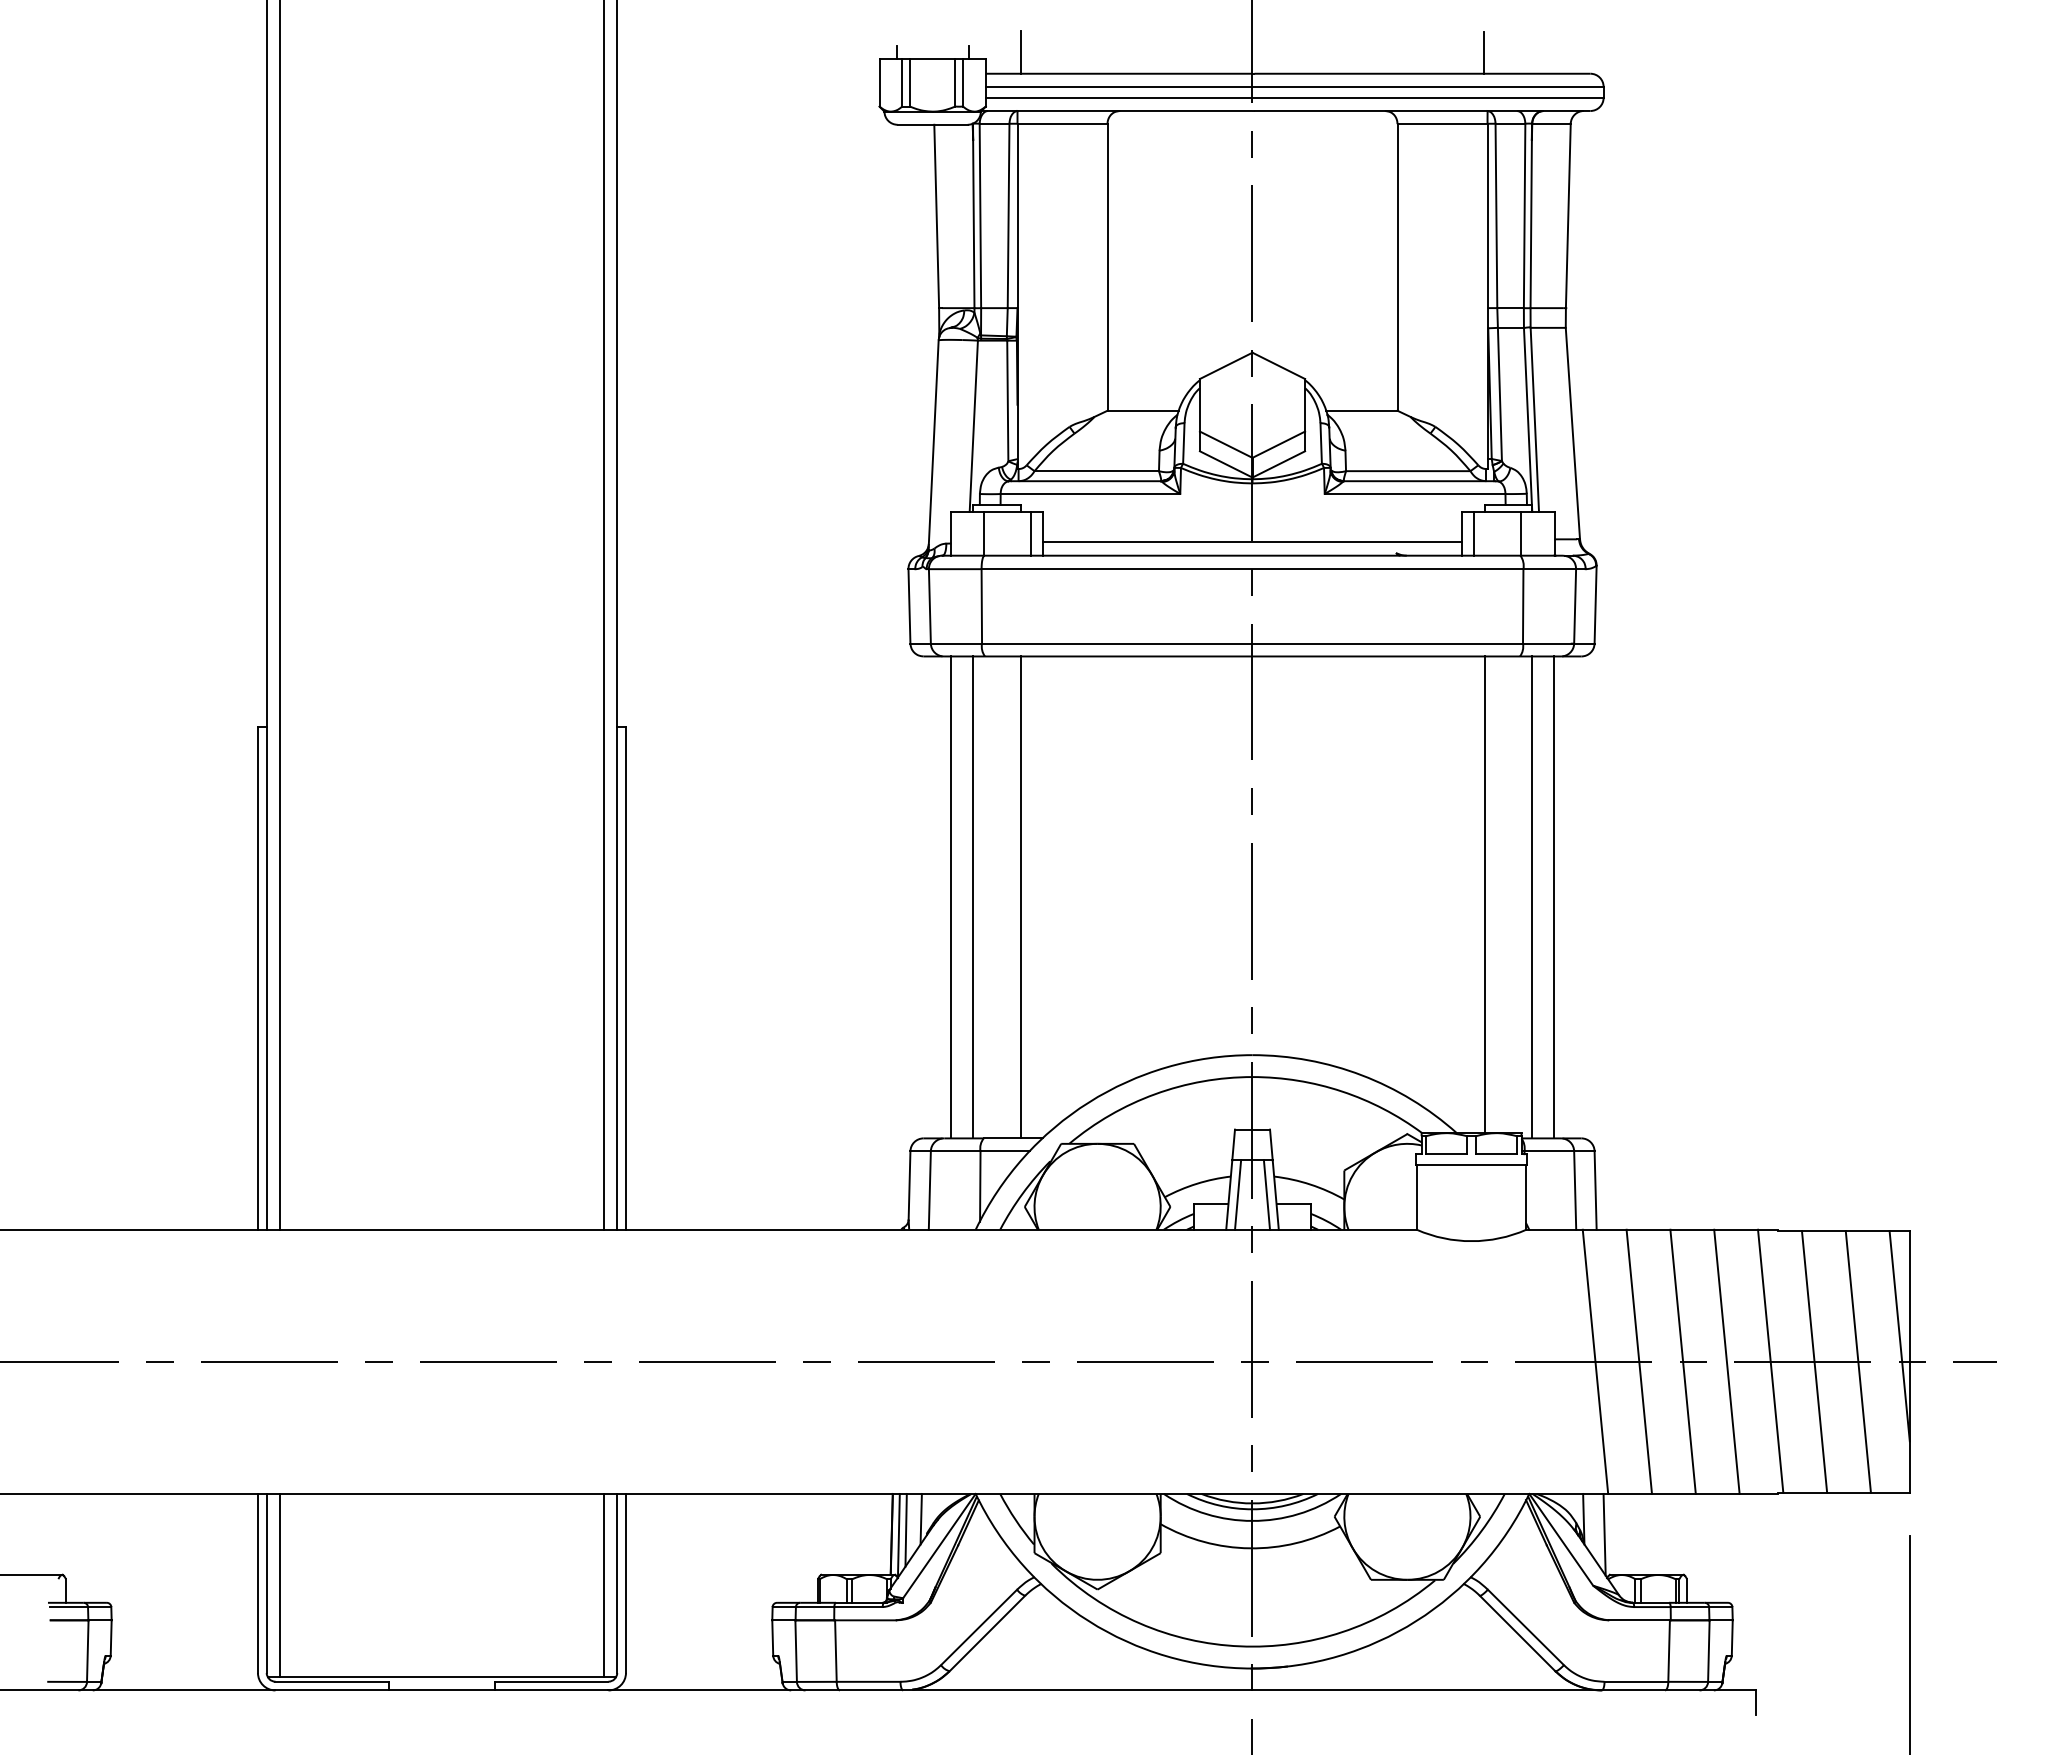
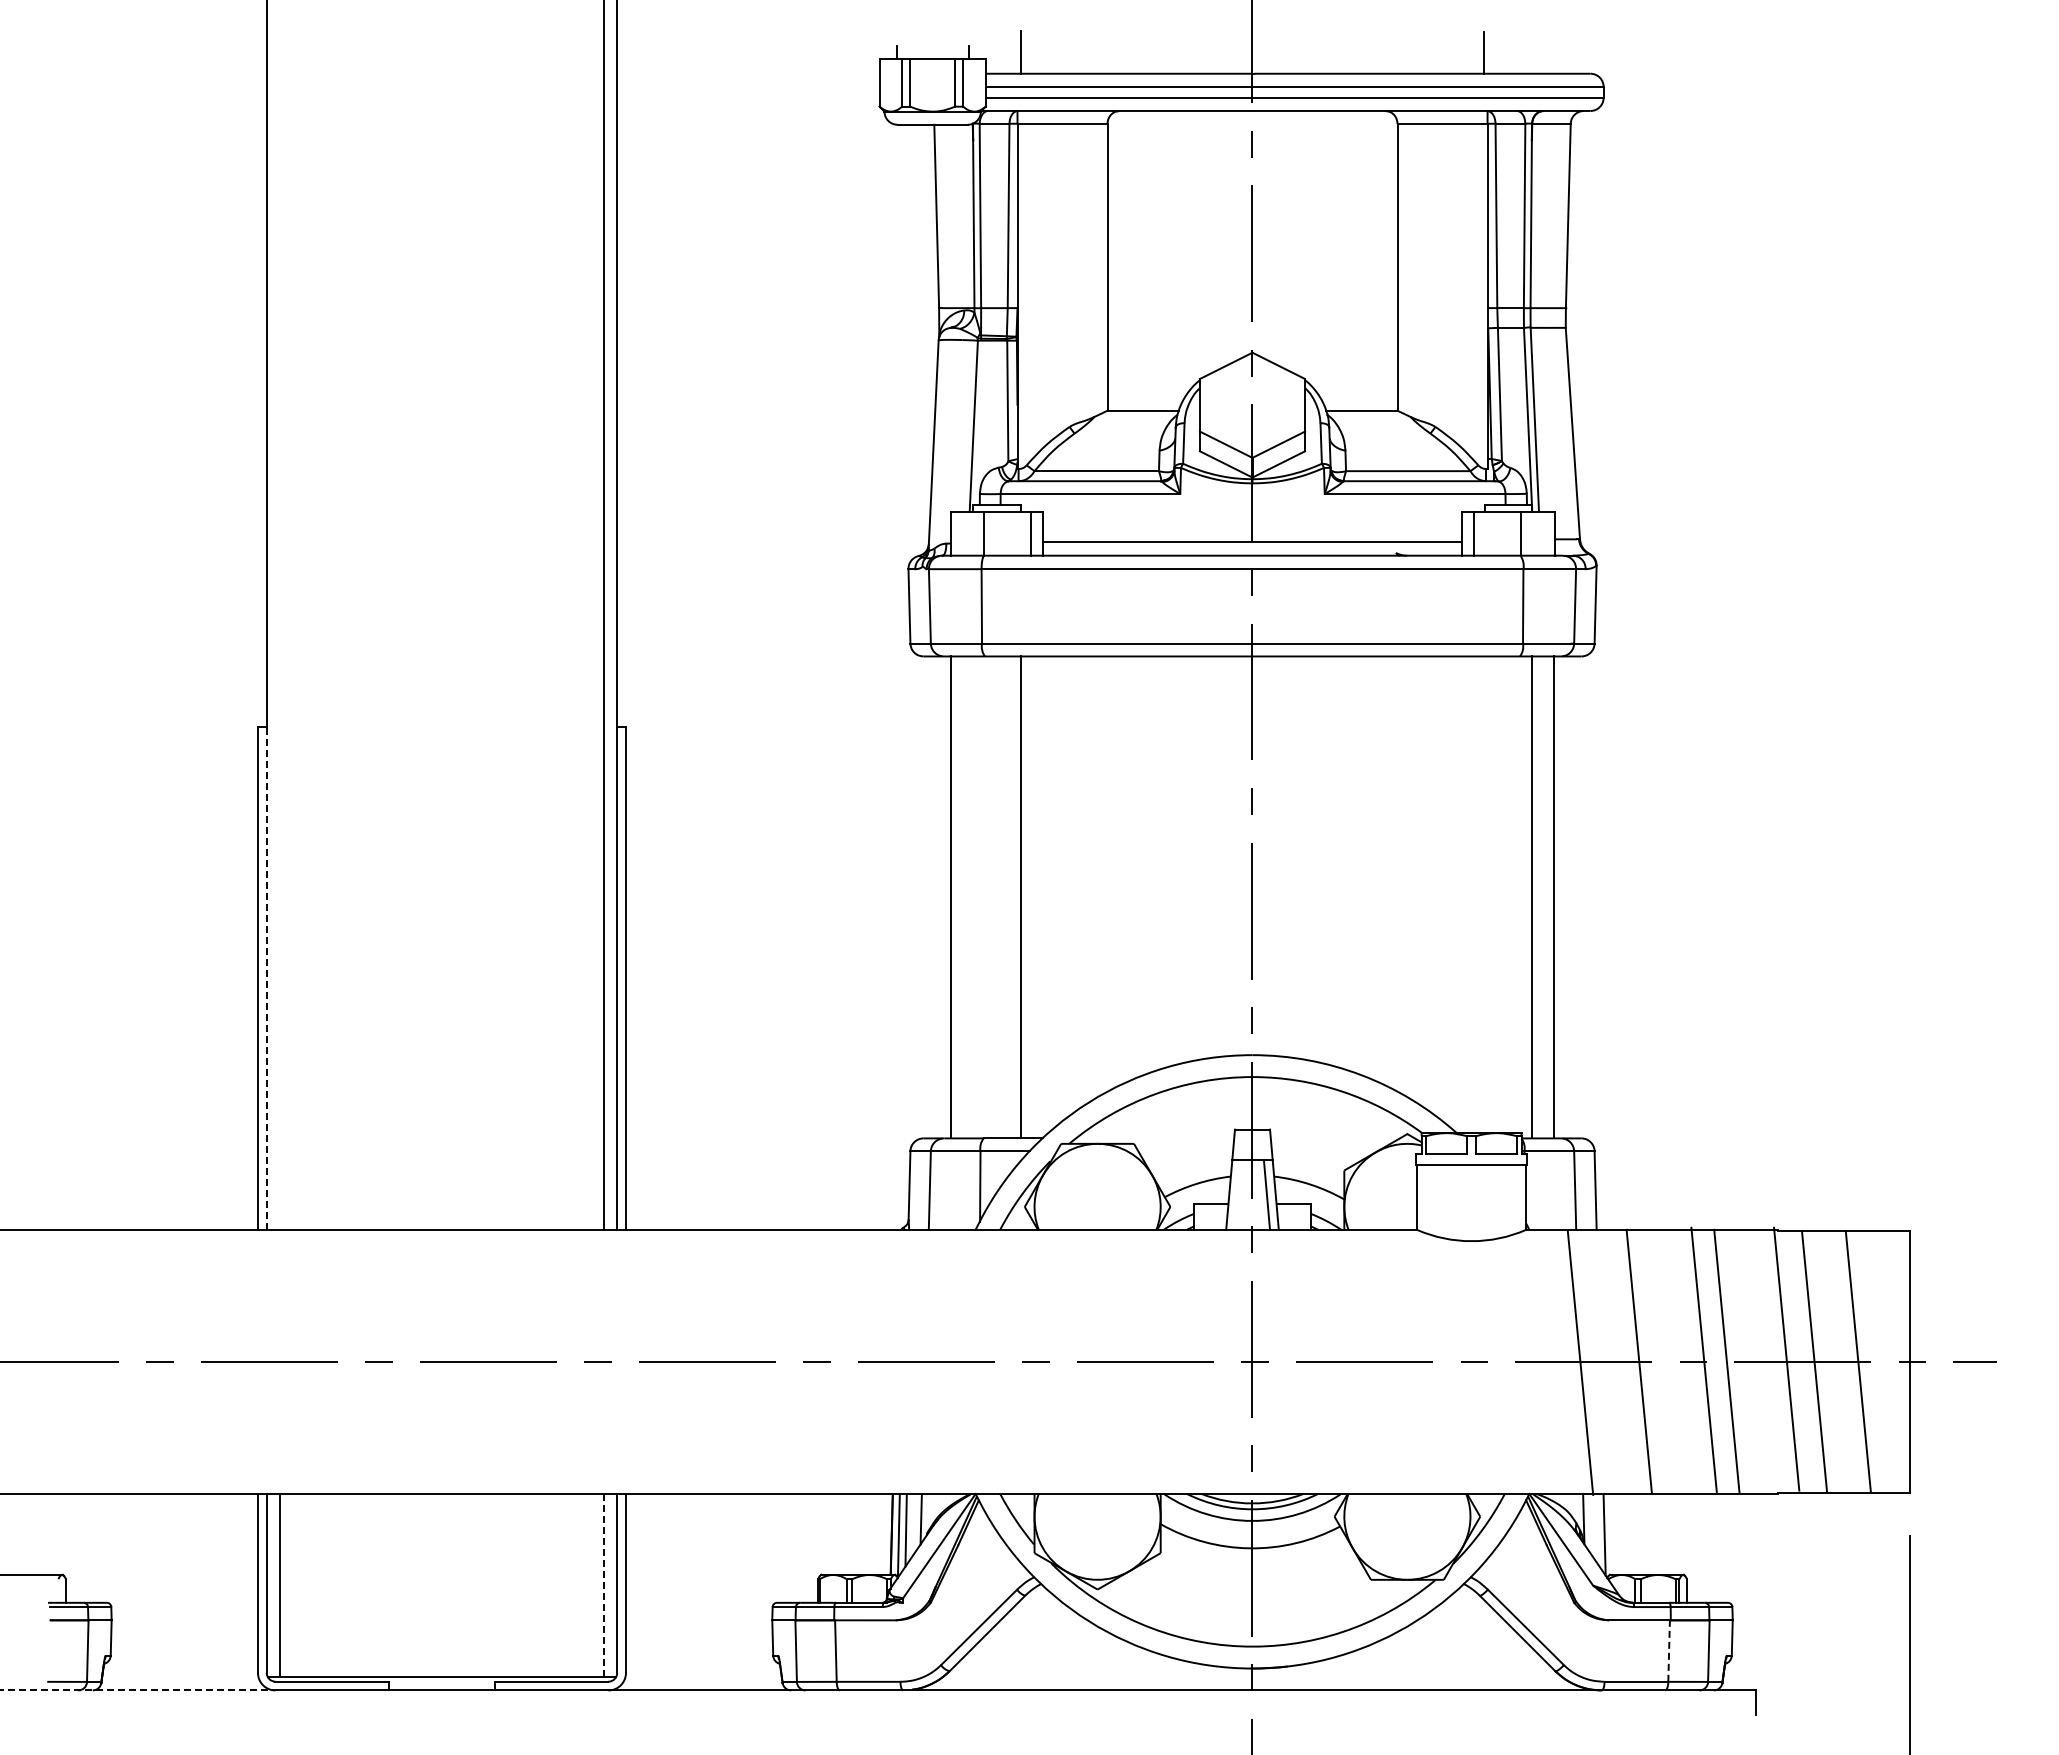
line at (279, 615): present -> none
line at (1484, 894): present -> none
line at (973, 897): present -> none
line at (266, 978): solid -> dashed
line at (1238, 1194): present -> none
line at (1899, 1336): present -> none
line at (1770, 1360) position: (1770, 1360) -> (1786, 1358)
line at (1595, 1361) position: (1595, 1361) -> (1580, 1362)
line at (1682, 1361) position: (1682, 1361) -> (1703, 1359)
line at (604, 1585): solid -> dashed
line at (1669, 1651): solid -> dashed
line at (138, 1690): solid -> dashed
